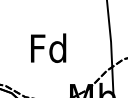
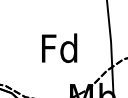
text at (48, 47) position: (48, 47) -> (59, 47)
